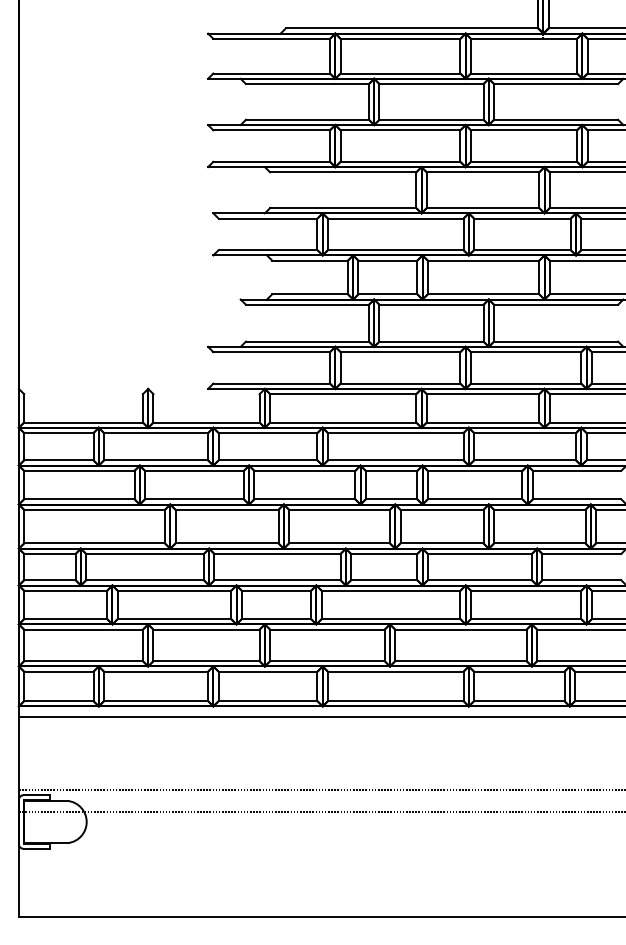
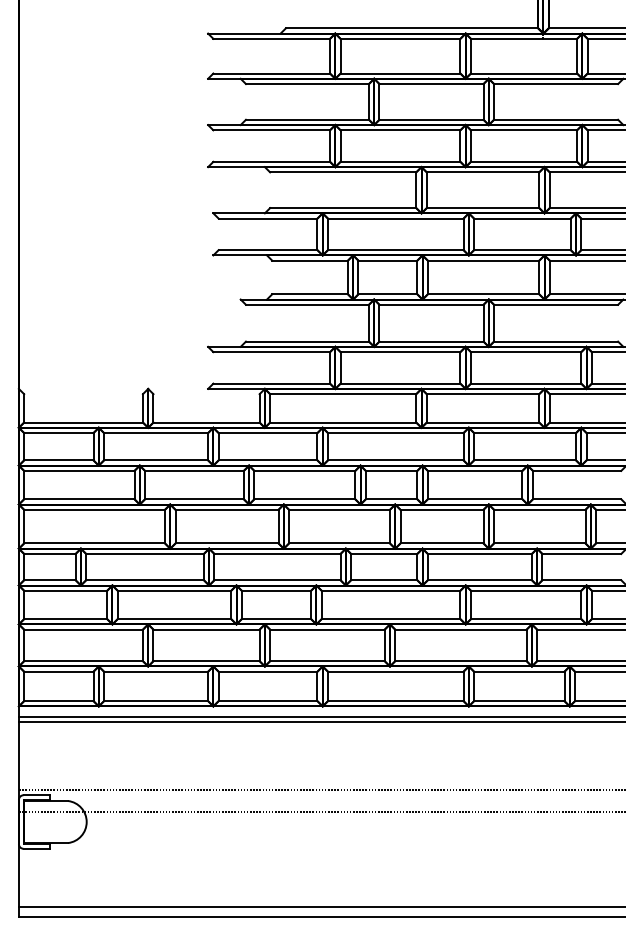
line at (320, 722): none -> present
line at (320, 907): none -> present
